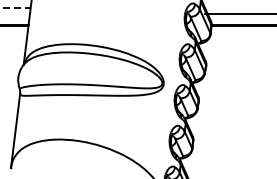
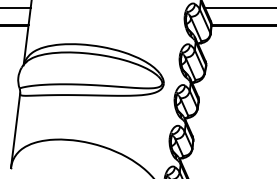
line at (15, 7): dashed -> solid
line at (238, 13) position: (238, 13) -> (238, 7)
